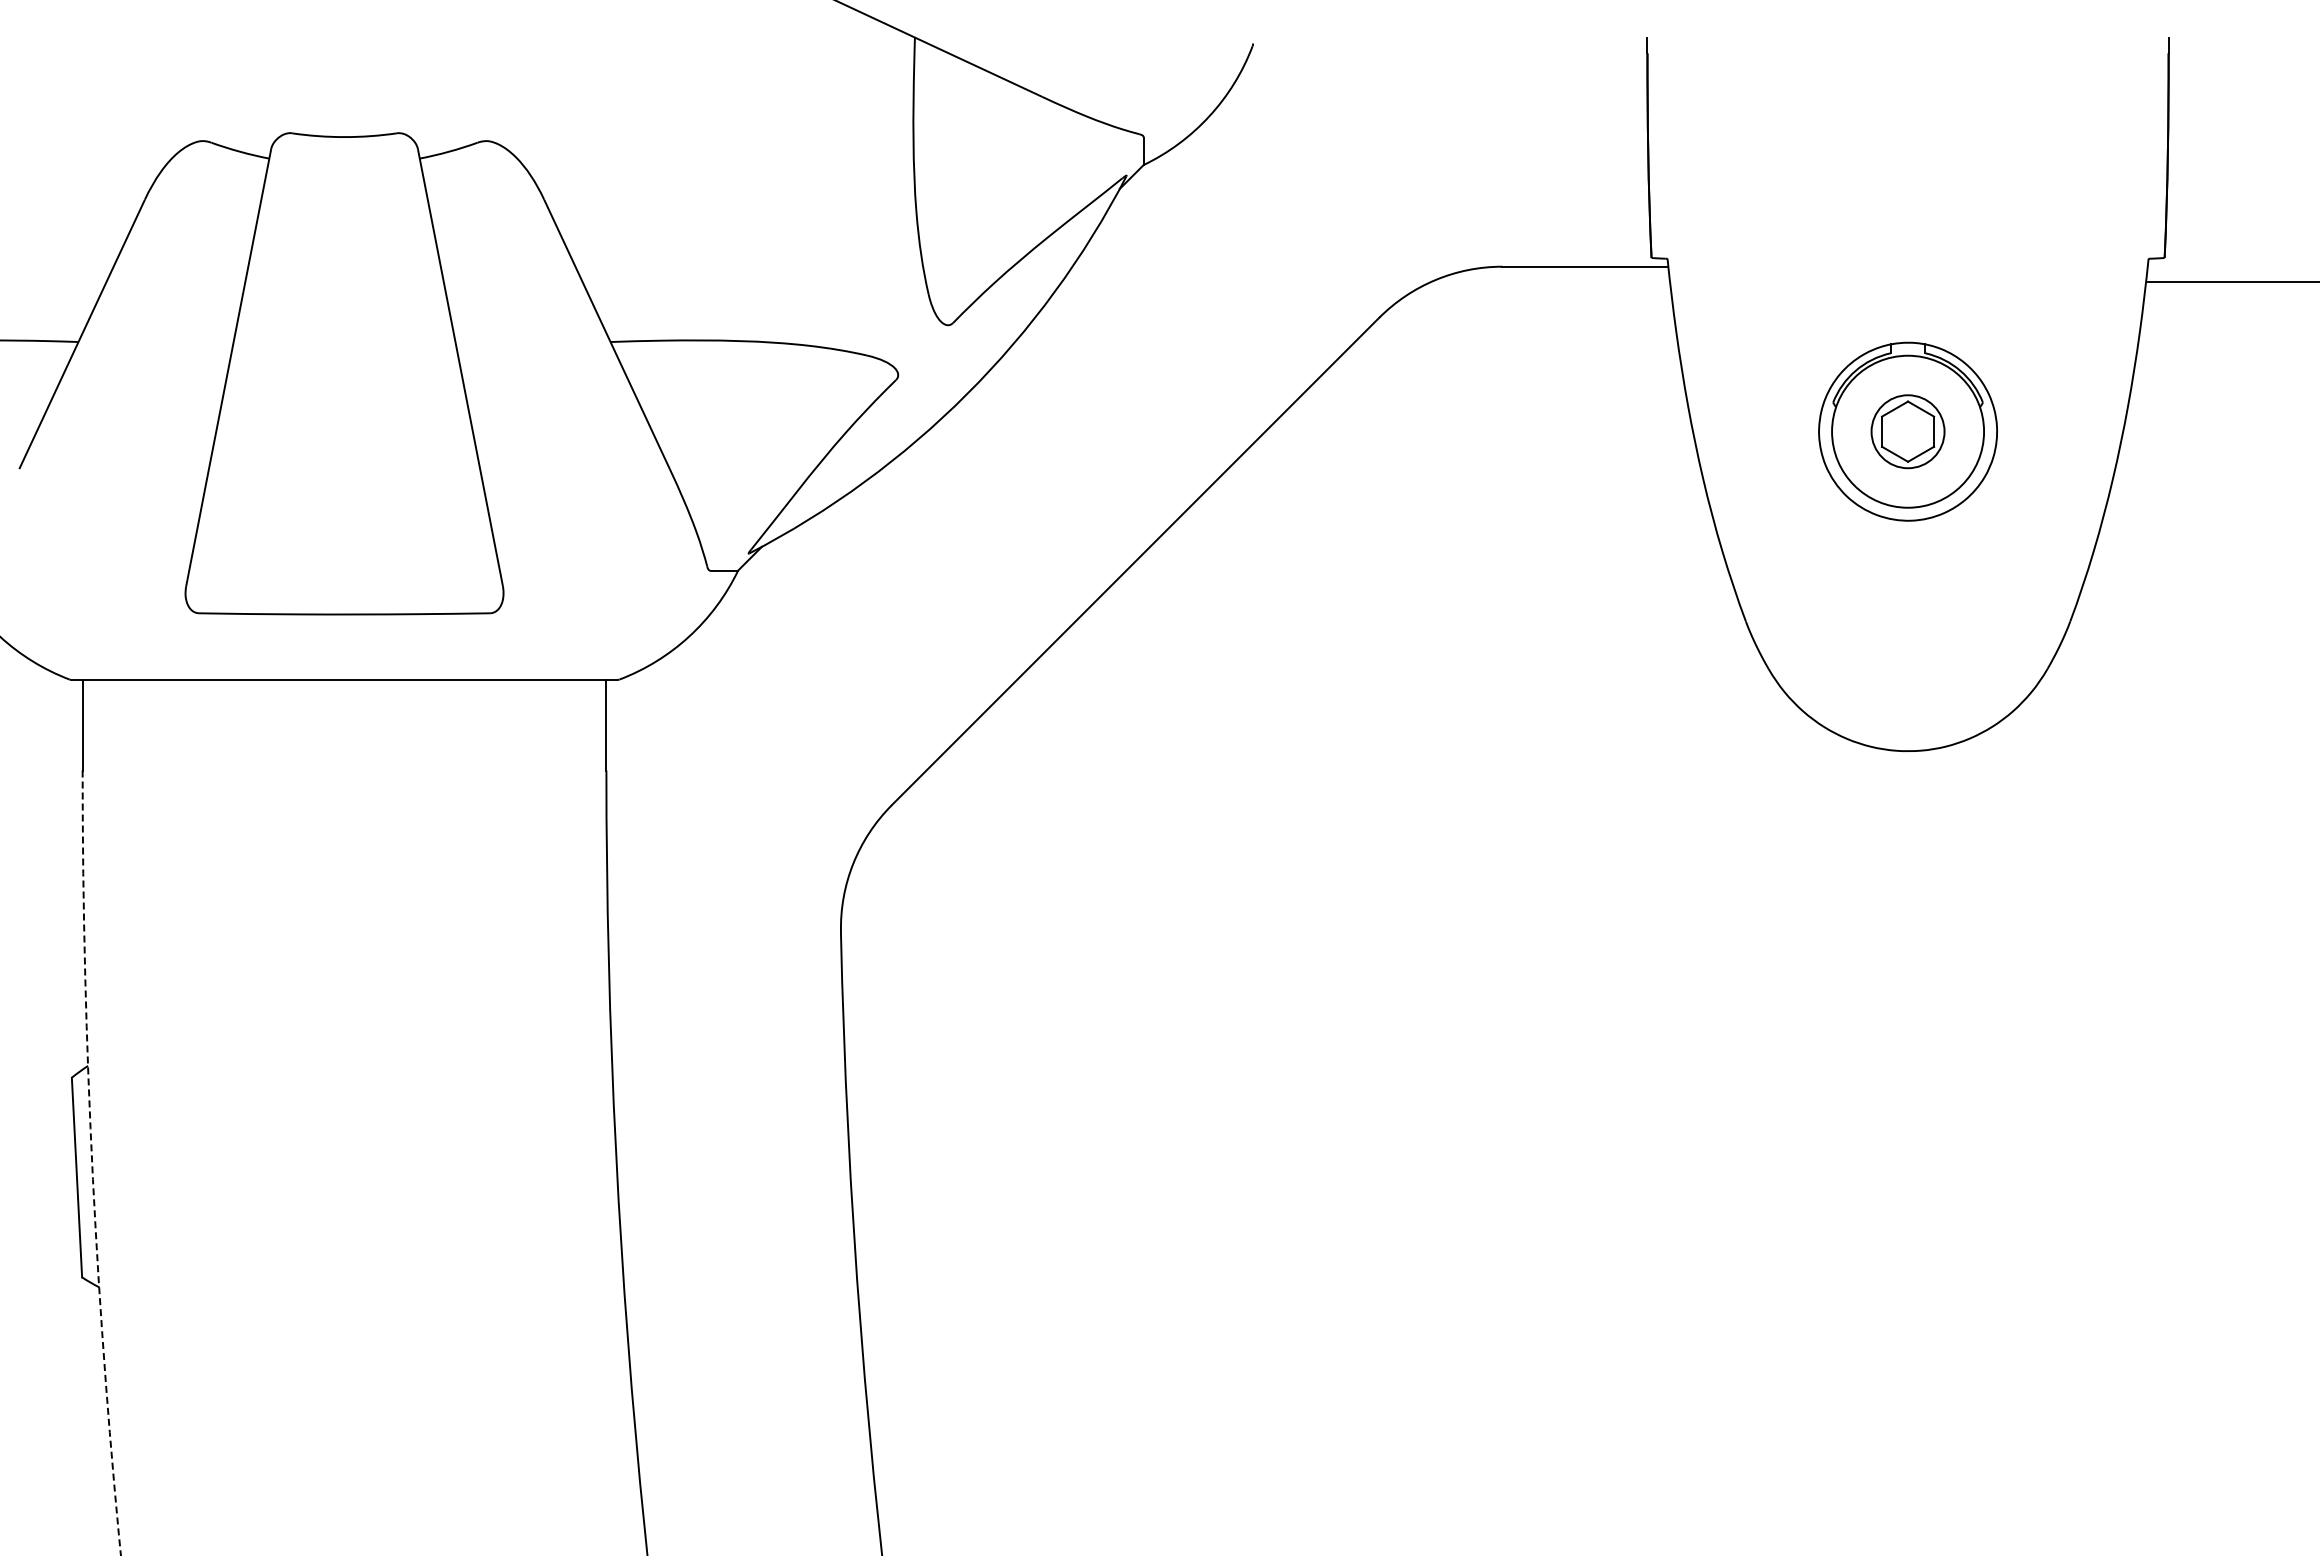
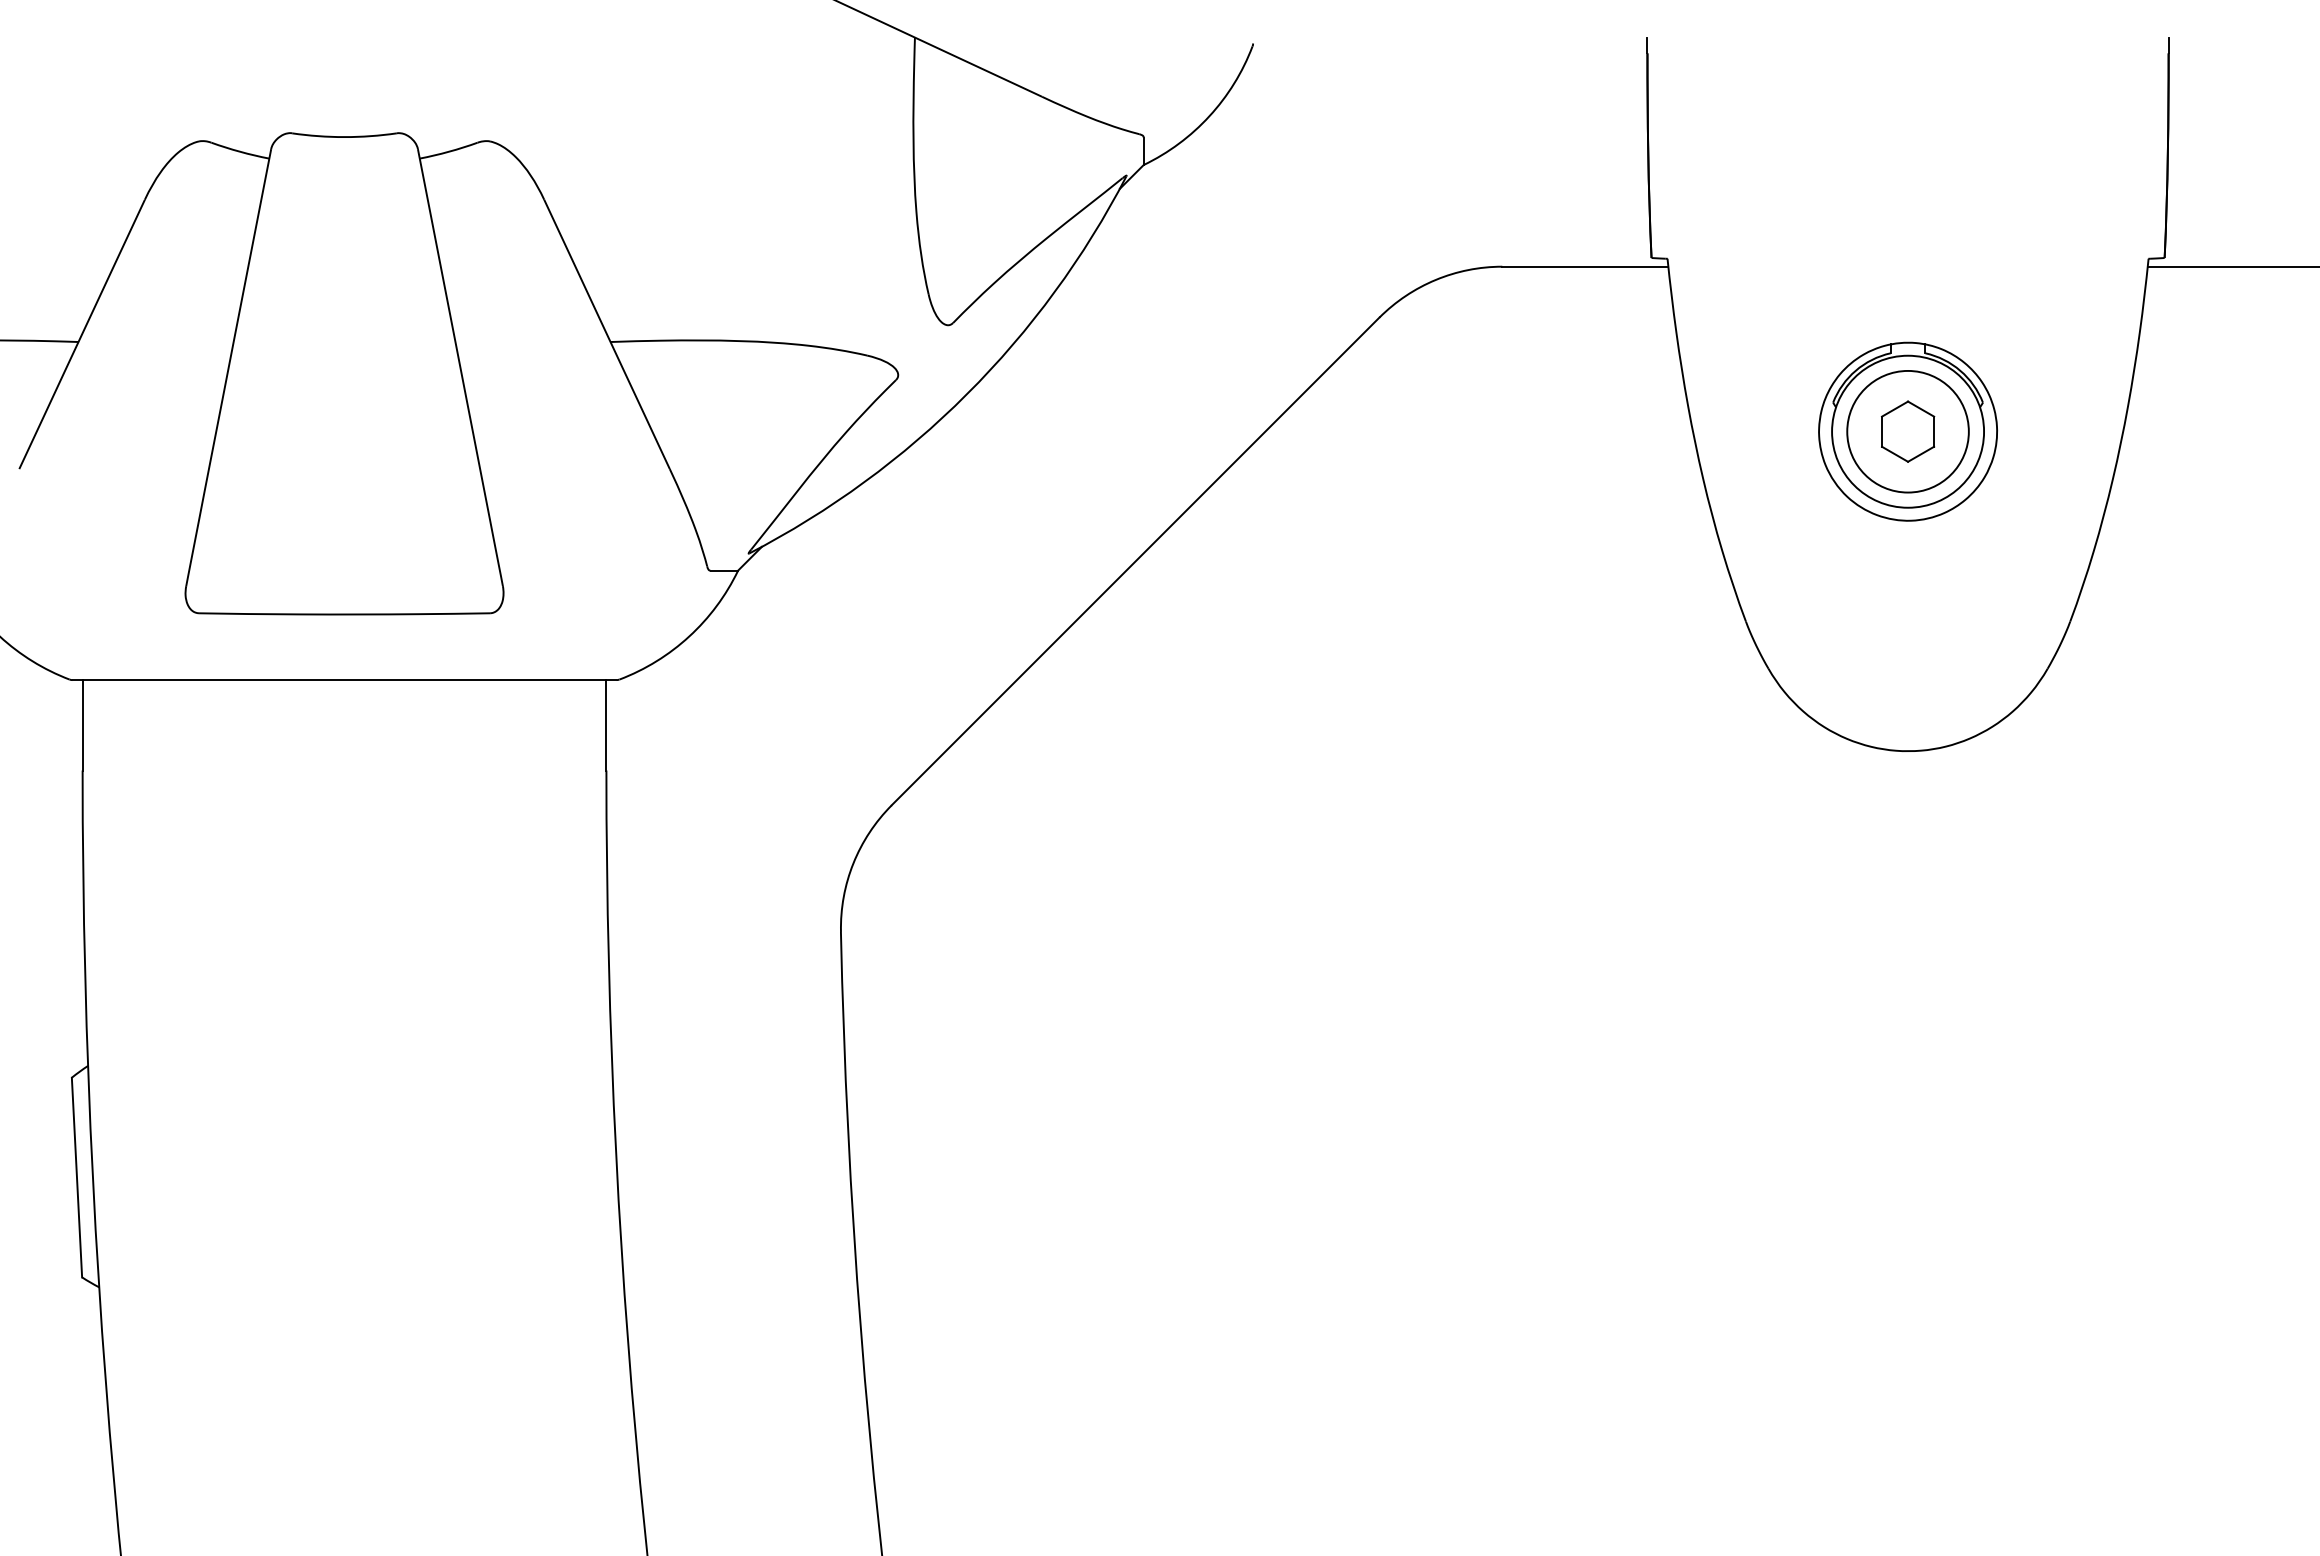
line at (2231, 281) position: (2231, 281) -> (2231, 266)
circle at (1907, 431) diameter: 73 px -> 122 px
arc at (92, 1163): dashed -> solid
